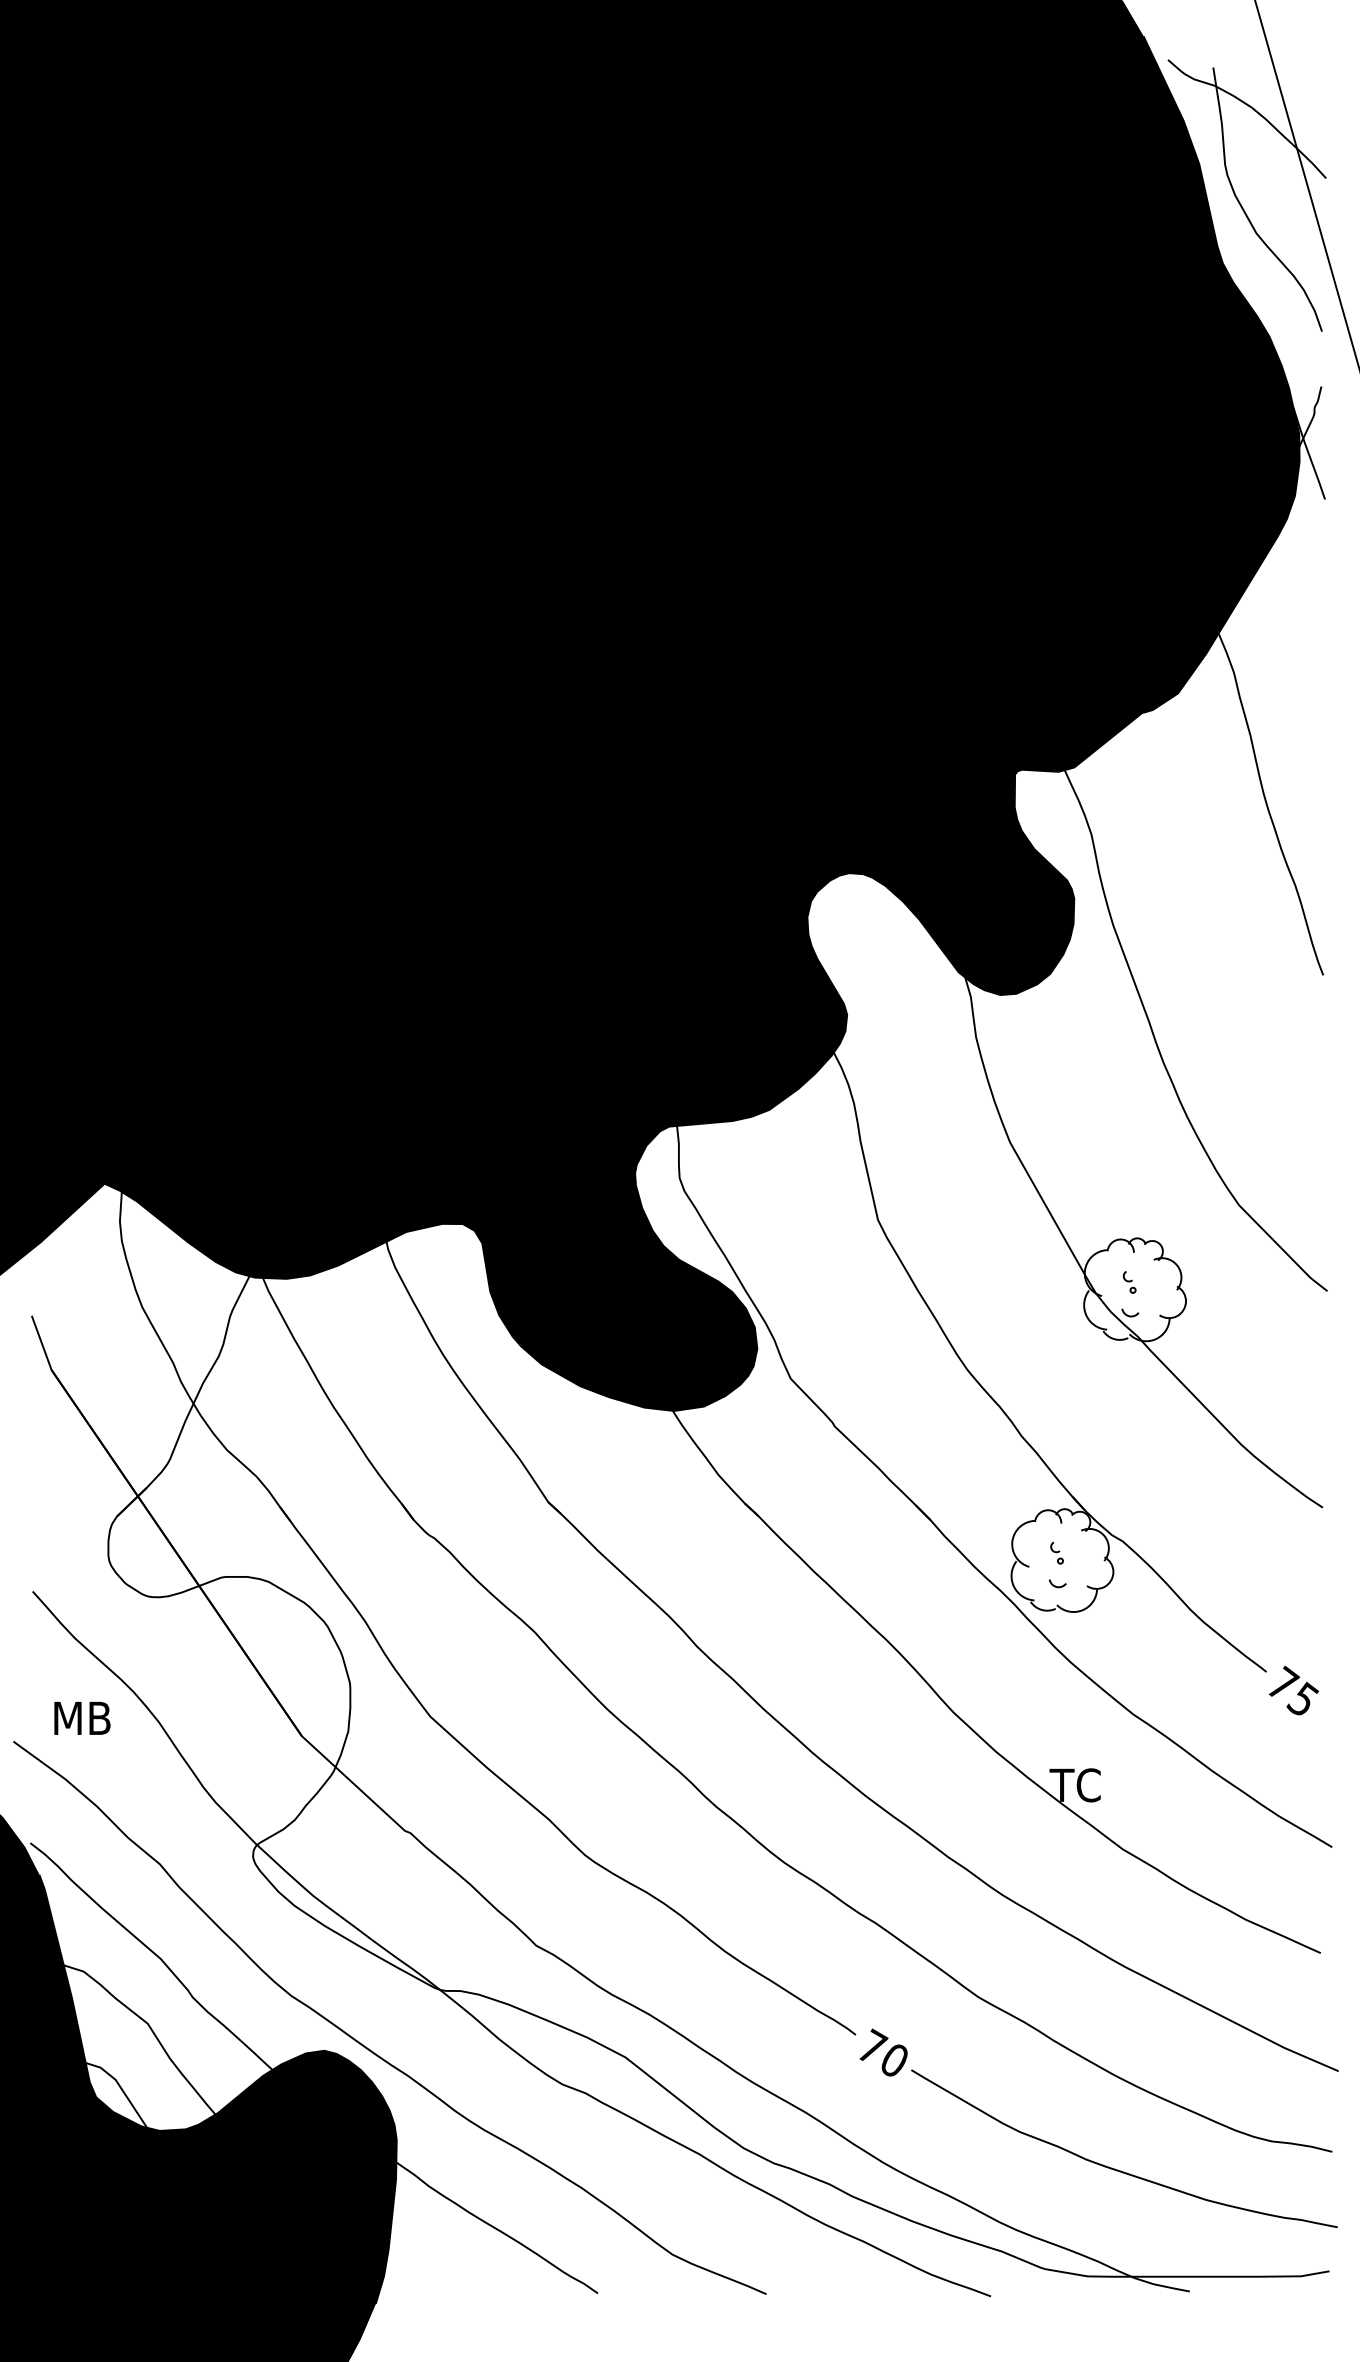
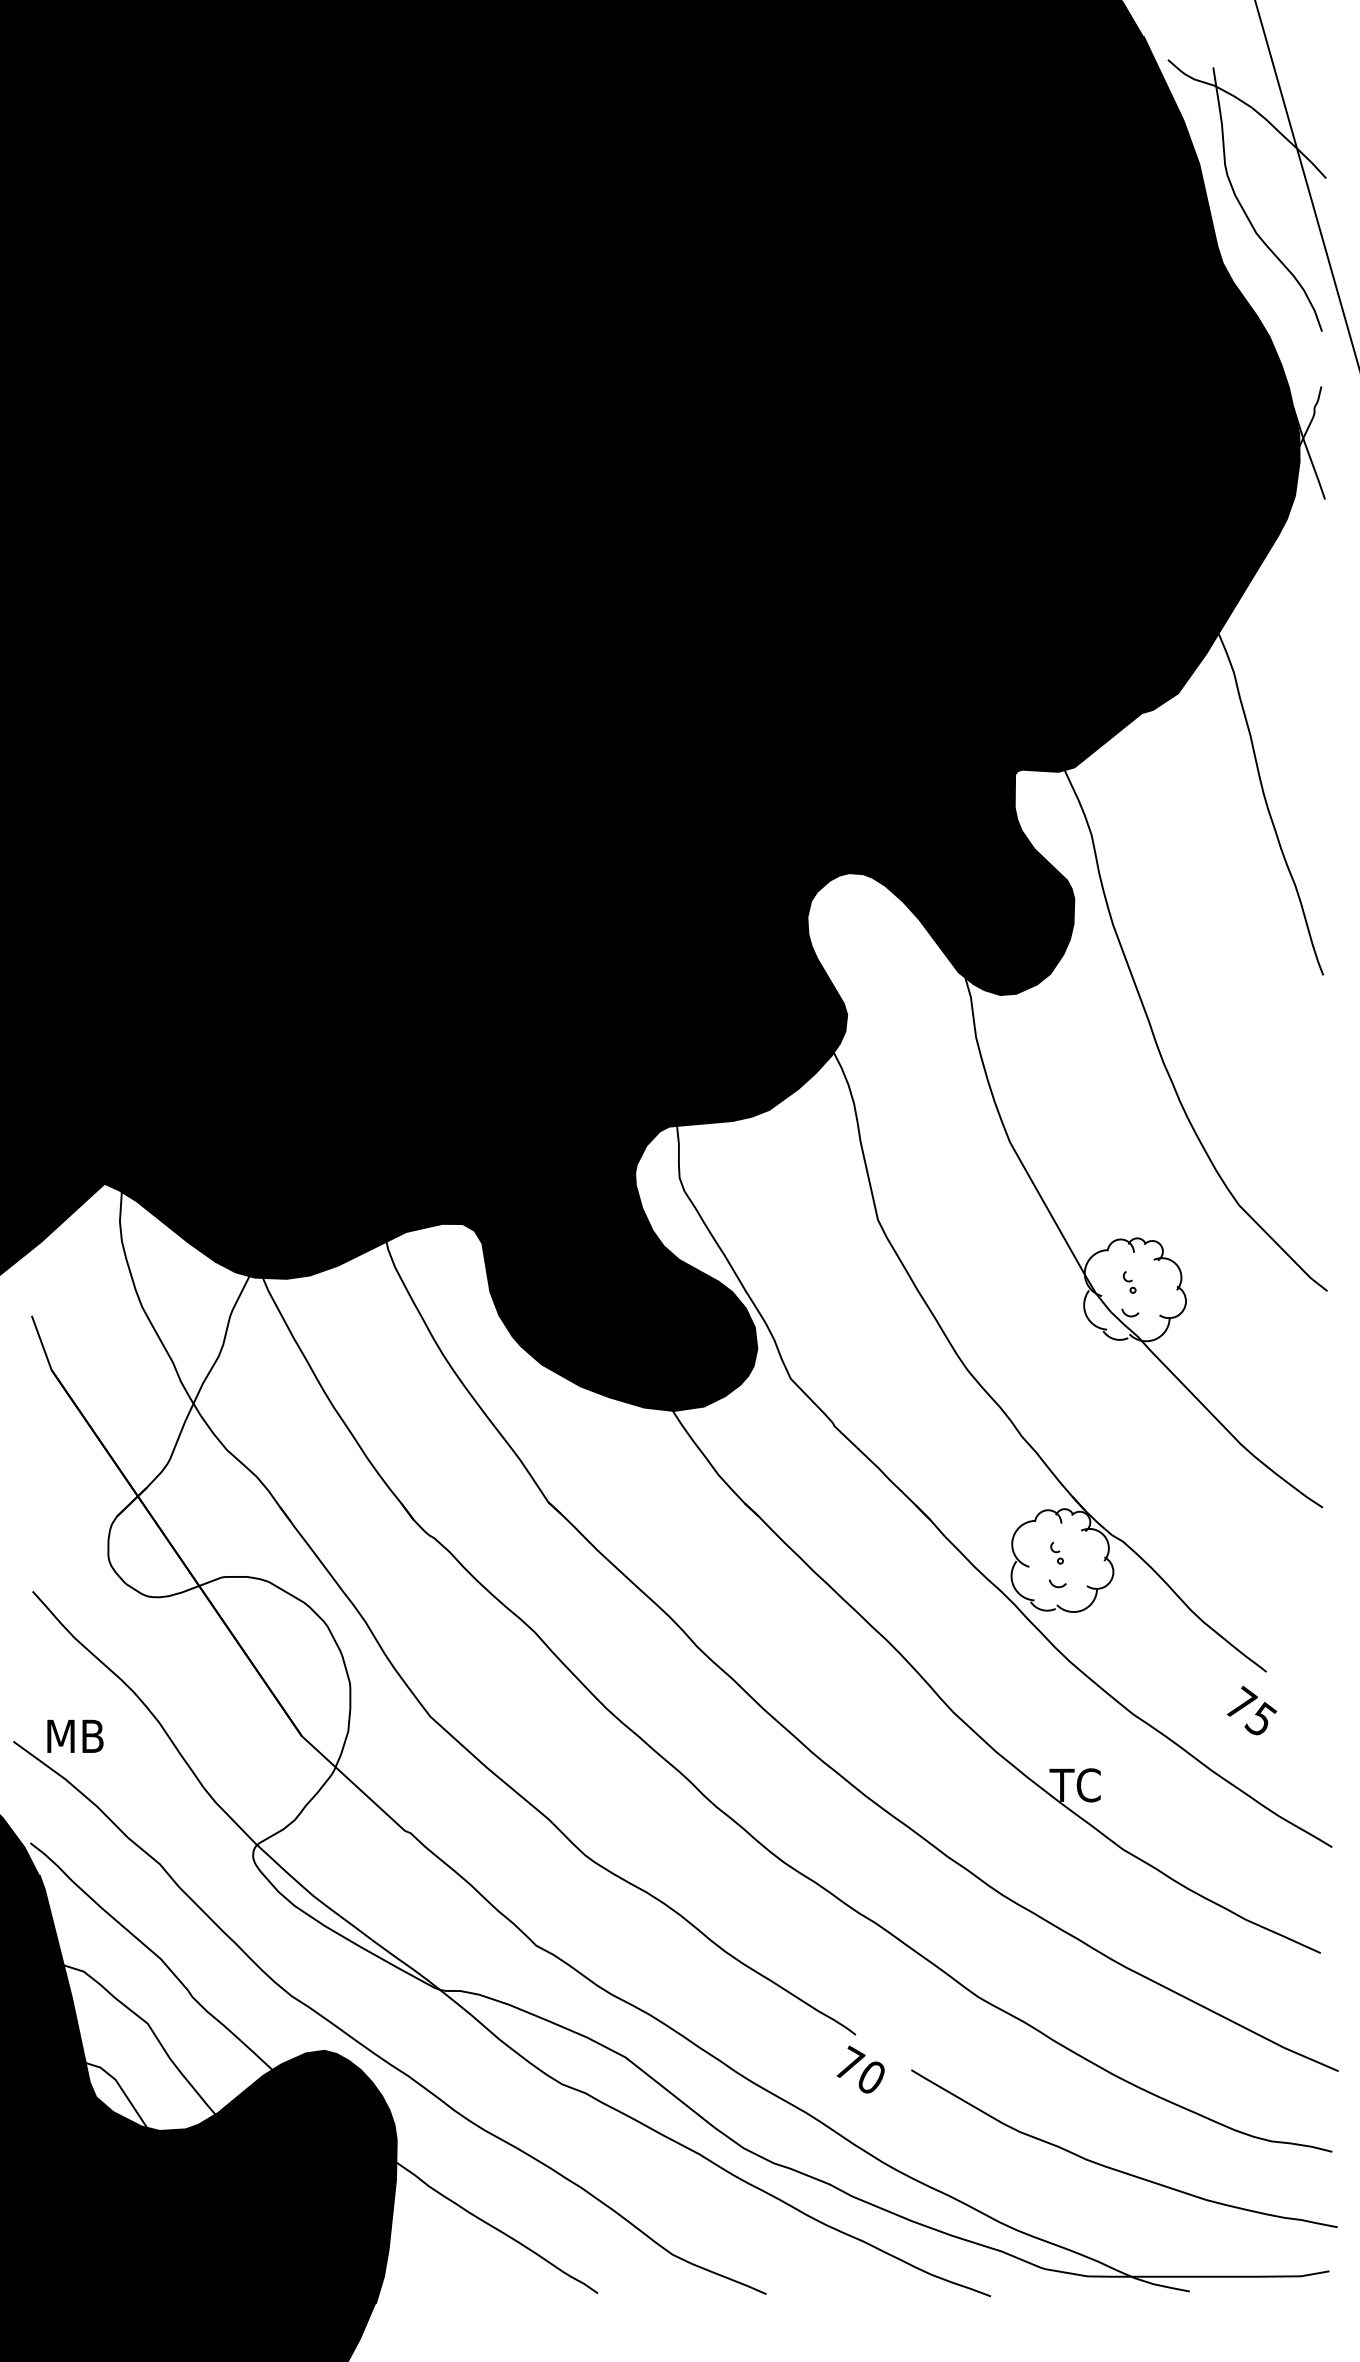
text at (1293, 1690) position: (1293, 1690) -> (1251, 1710)
text at (82, 1717) position: (82, 1717) -> (75, 1735)
text at (883, 2052) position: (883, 2052) -> (860, 2069)
